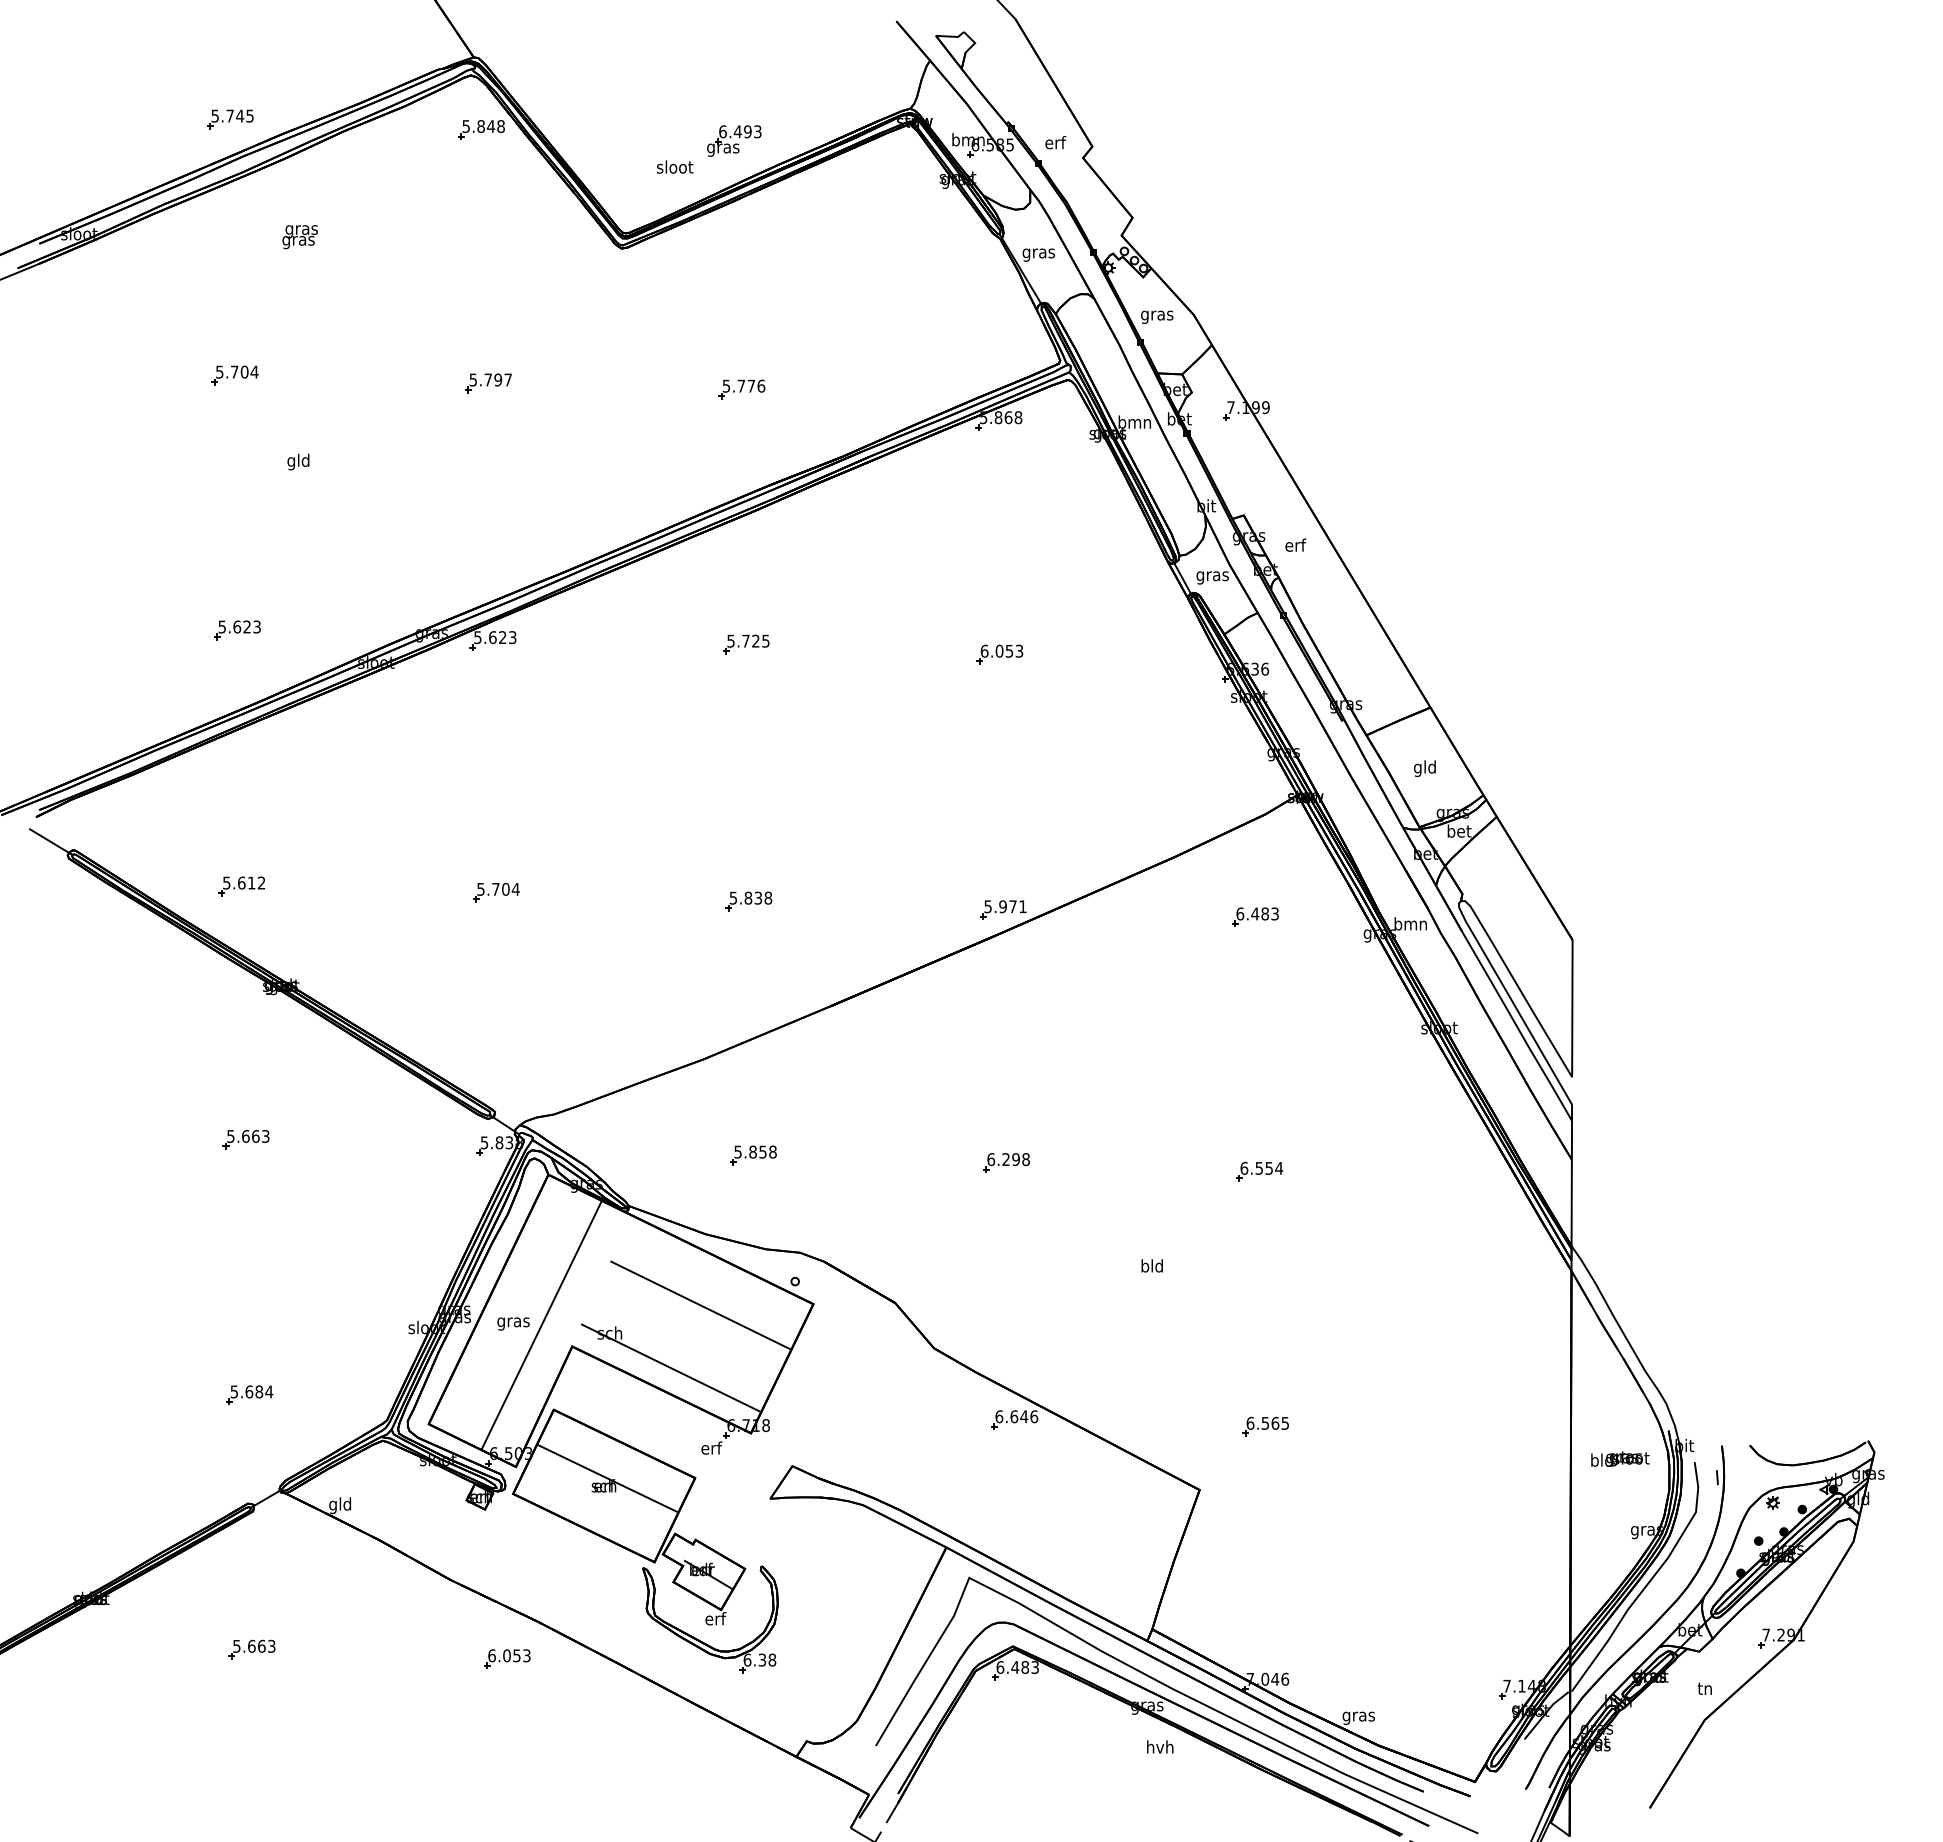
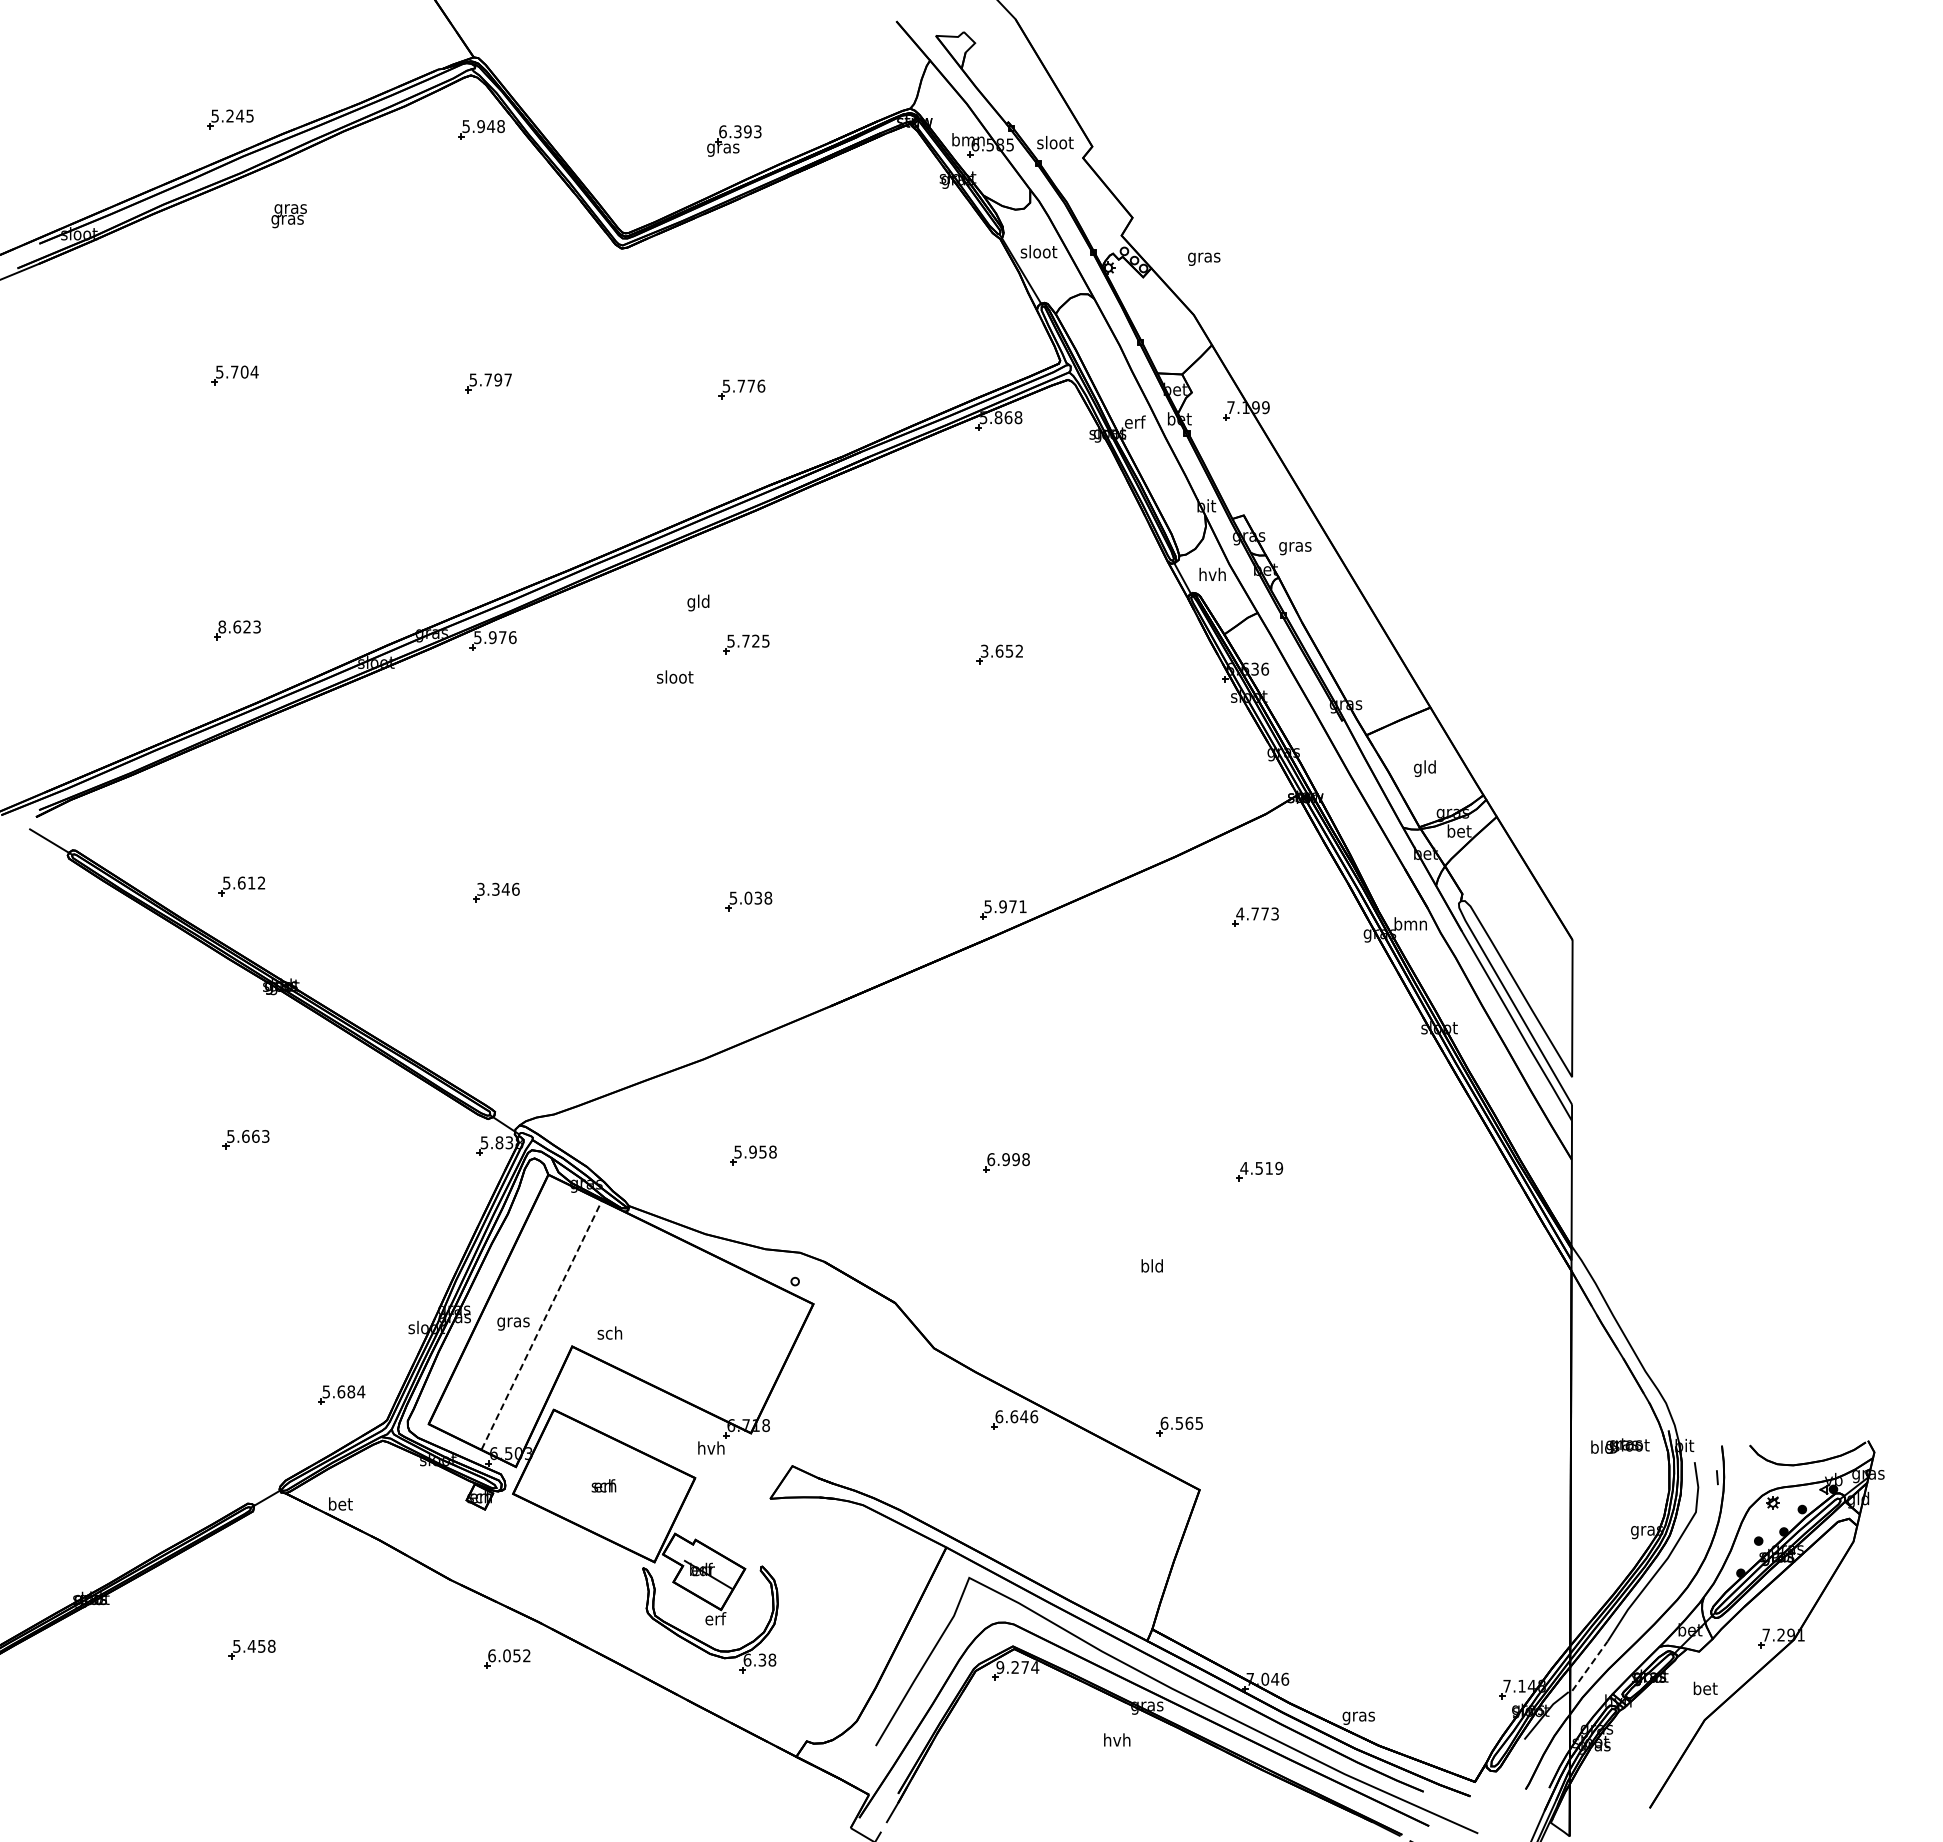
text at (229, 115): 5.745 -> 5.245
text at (480, 126): 5.848 -> 5.948
text at (737, 131): 6.493 -> 6.393
text at (1055, 142): erf -> sloot
text at (675, 166) position: (675, 166) -> (675, 676)
text at (299, 237) position: (299, 237) -> (288, 216)
text at (1038, 253): gras -> sloot
text at (1157, 316) position: (1157, 316) -> (1204, 258)
text at (1134, 421): bmn -> erf
text at (298, 461) position: (298, 461) -> (698, 602)
text at (1295, 546): erf -> gras
text at (1212, 575): gras -> hvh
text at (222, 626): 5.623 -> 8.623
text at (502, 637): 5.623 -> 5.976
text at (1001, 650): 6.053 -> 3.652
text at (498, 888): 5.704 -> 3.346
text at (748, 898): 5.838 -> 5.038
text at (1252, 913): 6.483 -> 4.773
text at (752, 1151): 5.858 -> 5.958
text at (1005, 1159): 6.298 -> 6.998
text at (1261, 1167): 6.554 -> 4.519
line at (701, 1305): present -> none
line at (541, 1324): solid -> dashed
line at (671, 1368): present -> none
part at (249, 1394) position: (249, 1394) -> (341, 1394)
part at (1265, 1426) position: (1265, 1426) -> (1179, 1426)
text at (711, 1447): erf -> hvh
text at (1620, 1458) position: (1620, 1458) -> (1620, 1445)
line at (607, 1478): present -> none
text at (340, 1505): gld -> bet
text at (261, 1645): 5.663 -> 5.458
text at (526, 1655): 6.053 -> 6.052
line at (1590, 1665): solid -> dashed
text at (1017, 1667): 6.483 -> 9.274
text at (1705, 1688): tn -> bet
text at (1160, 1746) position: (1160, 1746) -> (1117, 1739)
